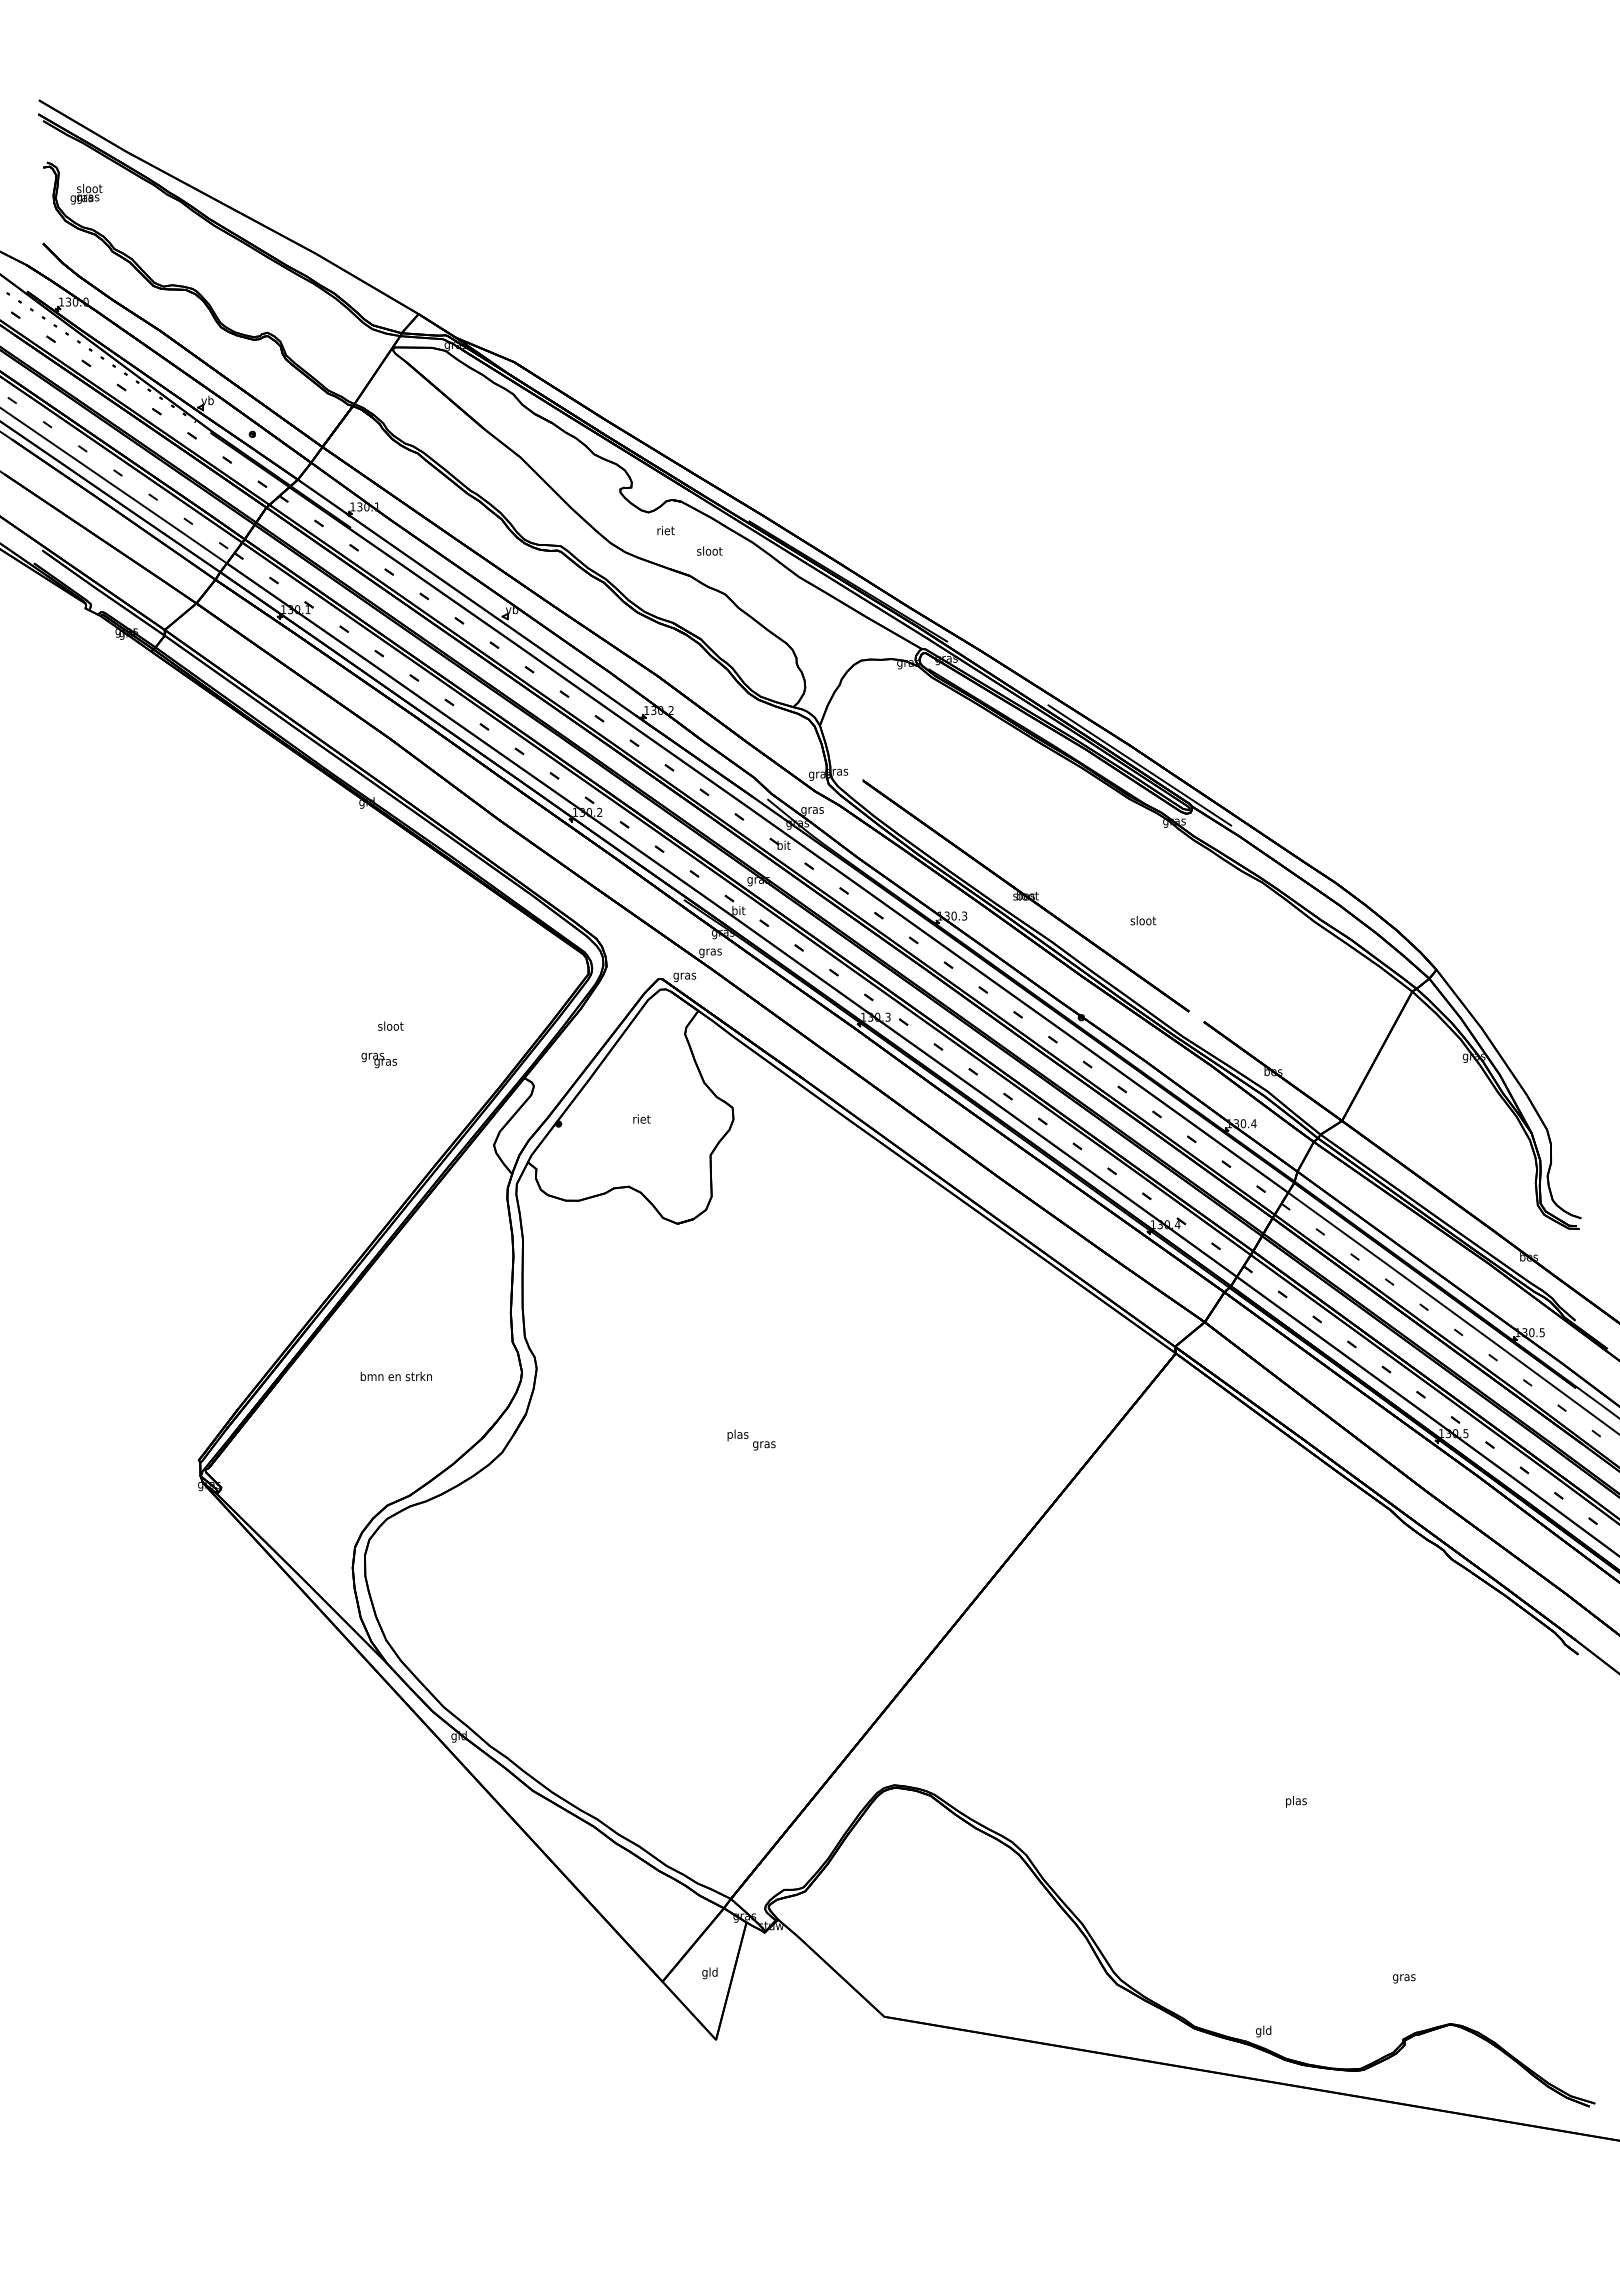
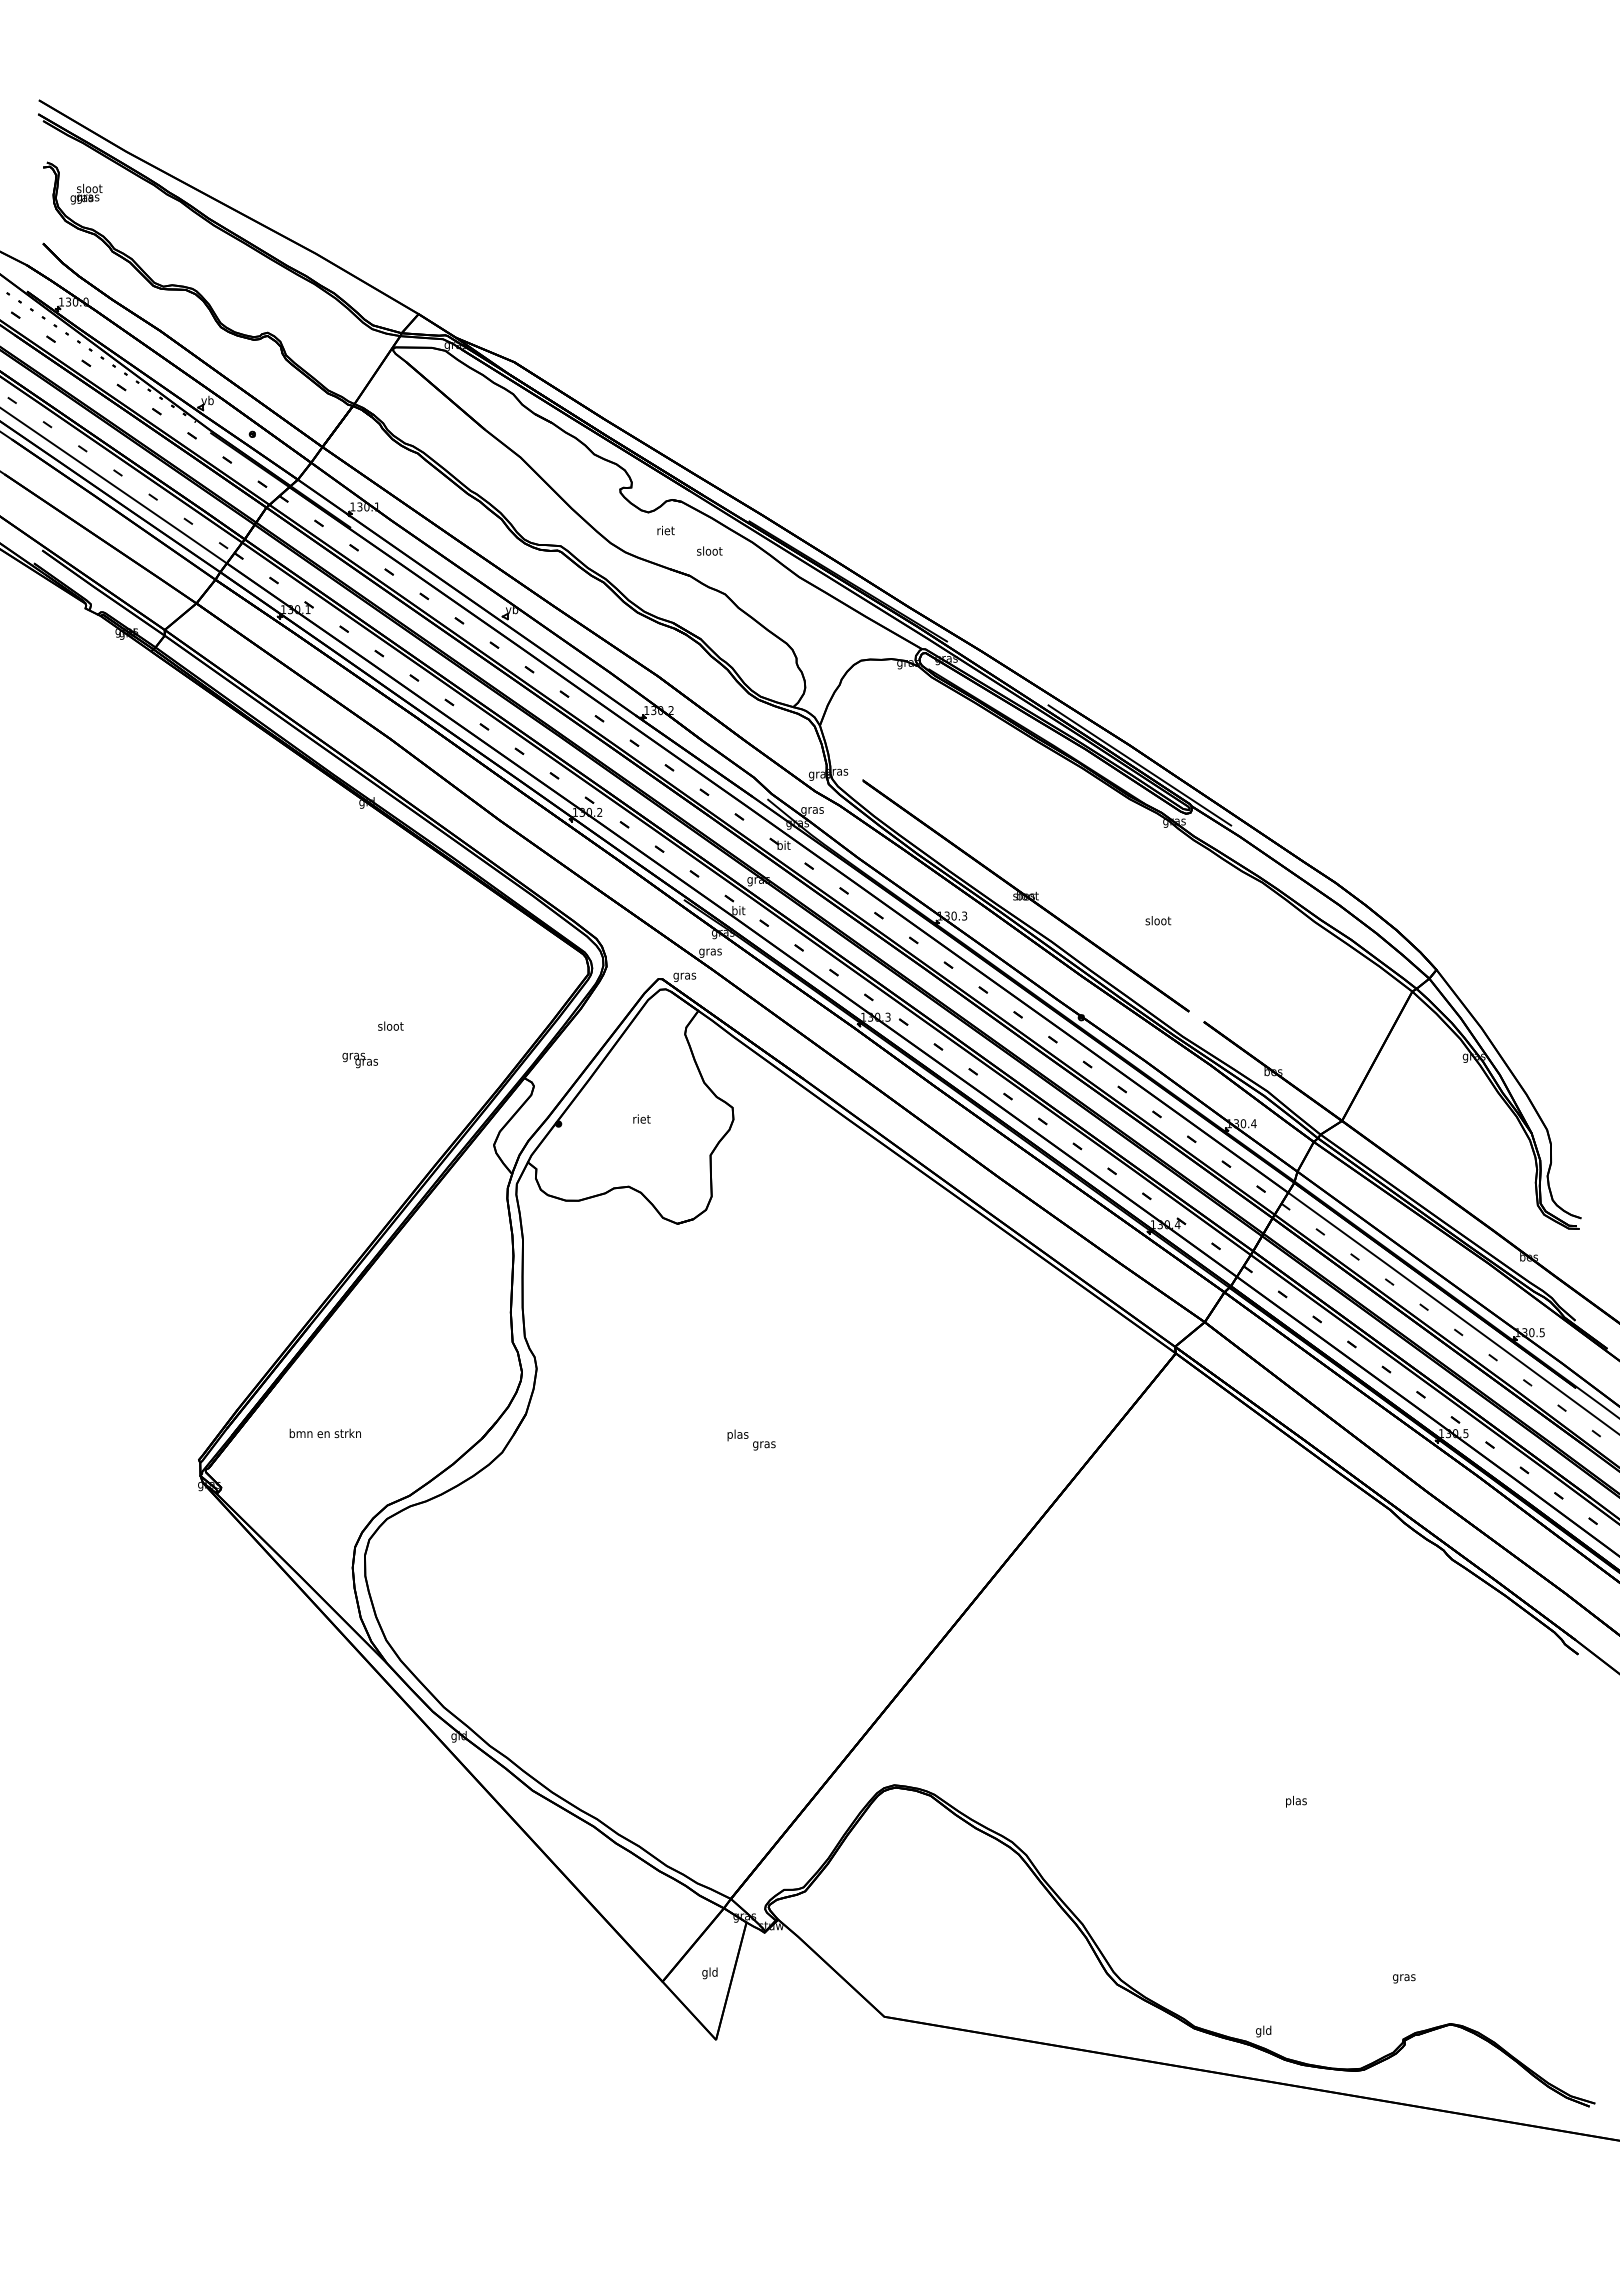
text at (1143, 920) position: (1143, 920) -> (1158, 920)
text at (378, 1060) position: (378, 1060) -> (359, 1060)
text at (395, 1376) position: (395, 1376) -> (324, 1433)
